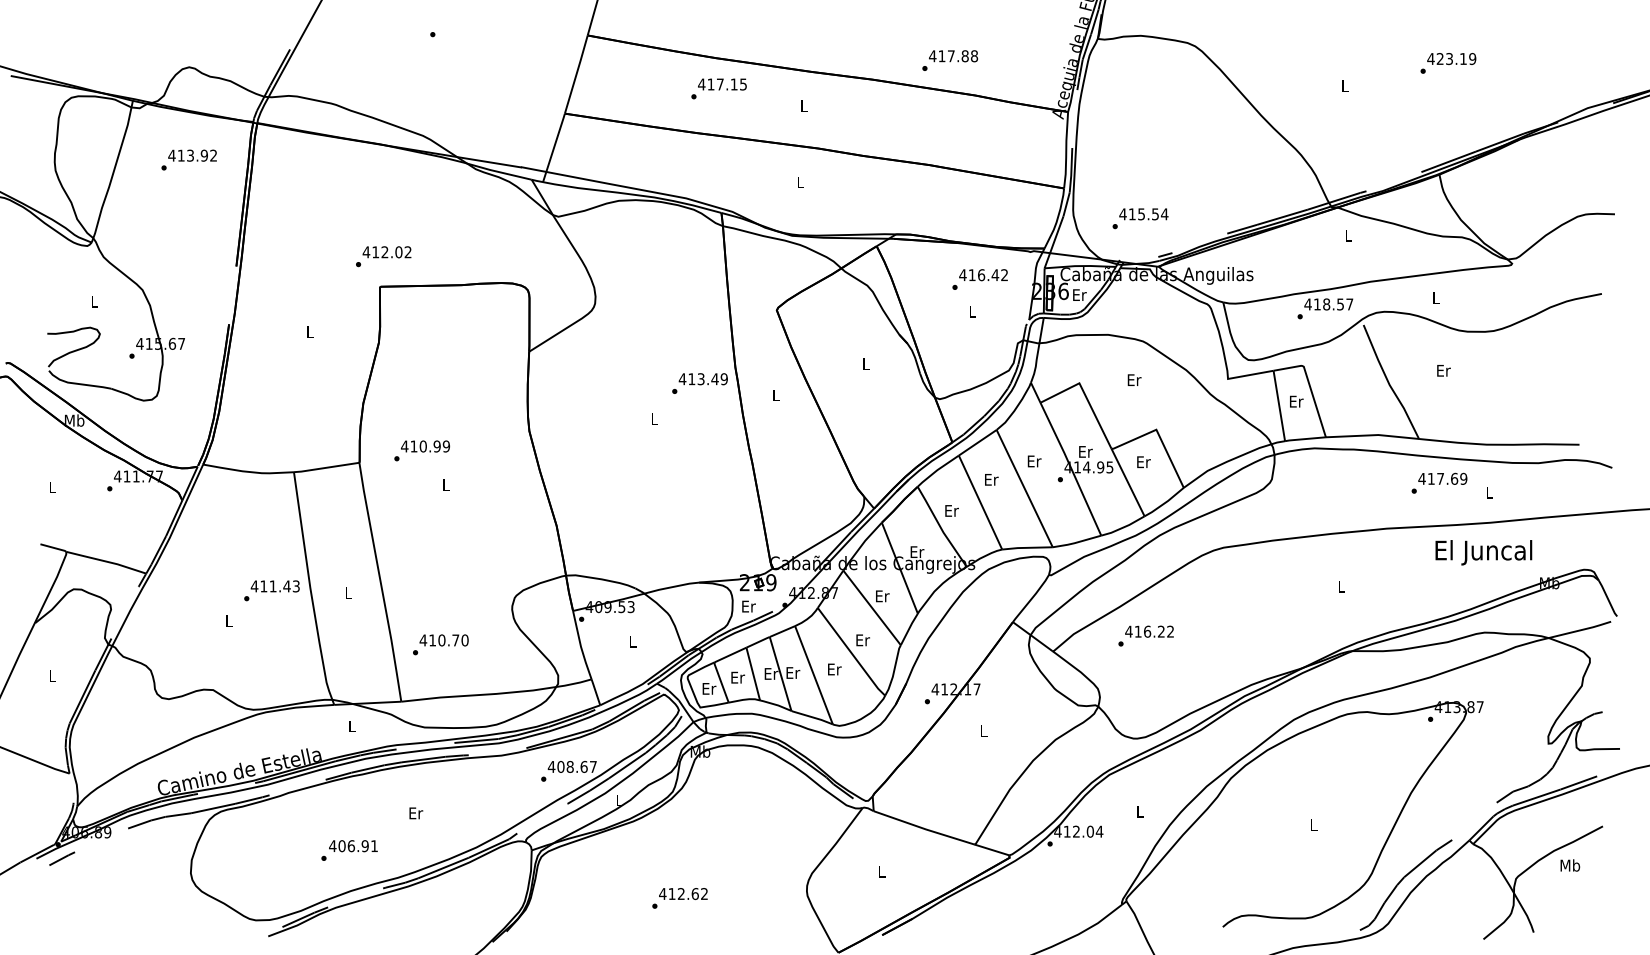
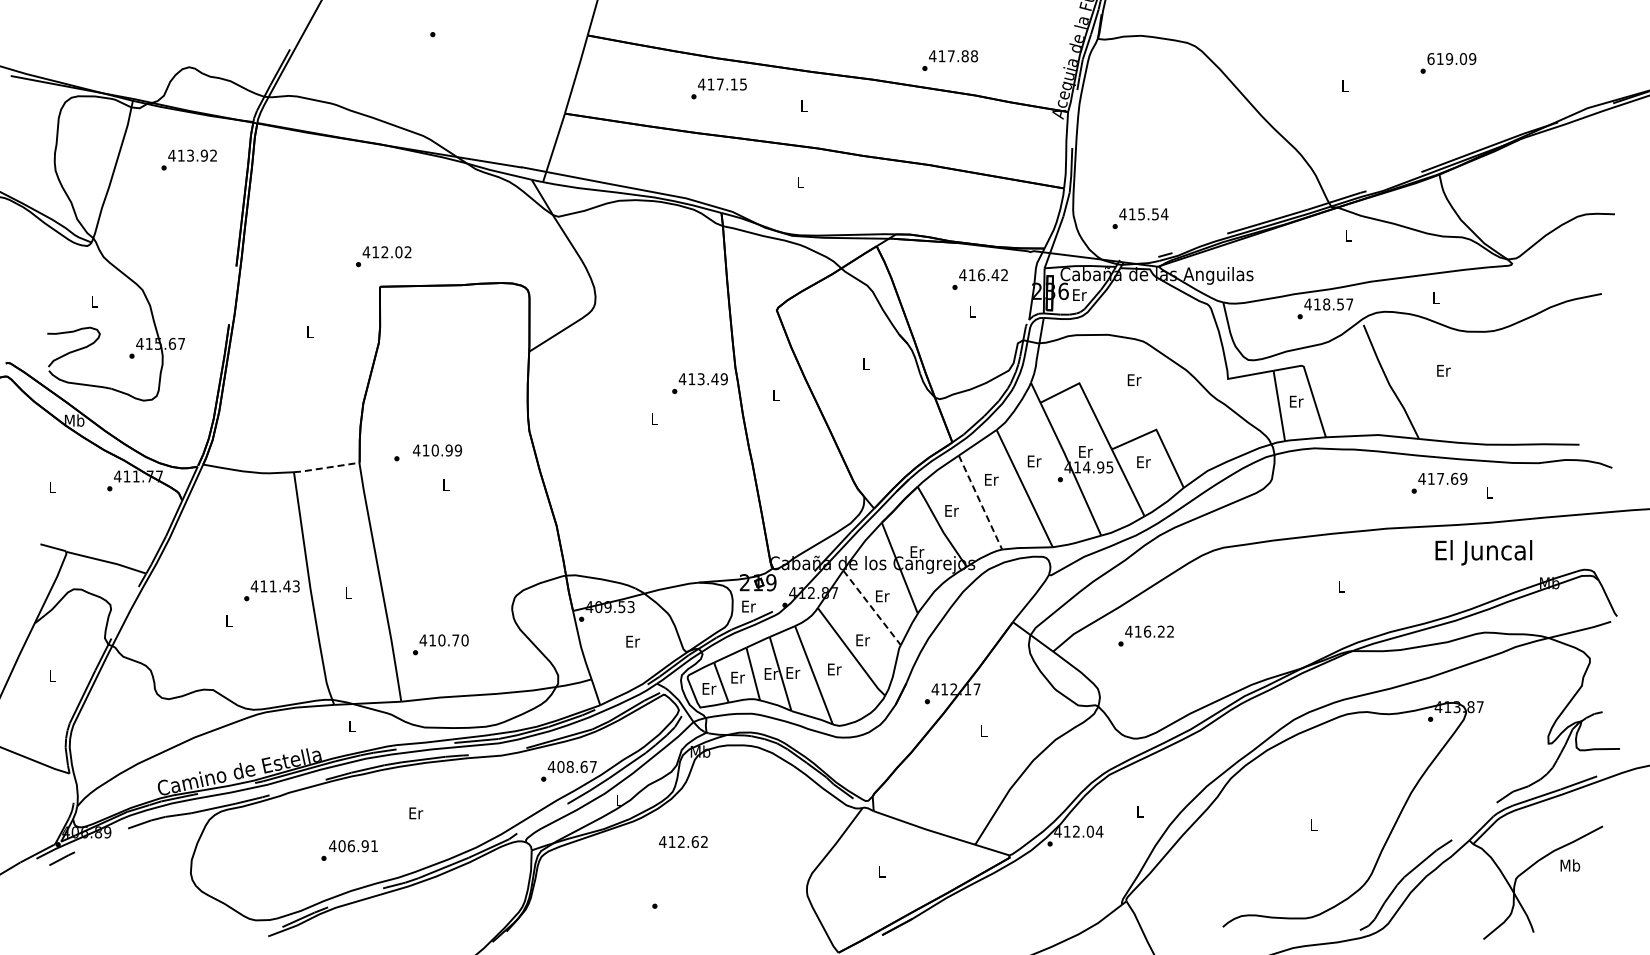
text at (1447, 59): 423.19 -> 619.09
text at (425, 446) position: (425, 446) -> (437, 450)
line at (325, 467): solid -> dashed
line at (980, 502): solid -> dashed
line at (872, 608): solid -> dashed
text at (633, 641): L -> Er
text at (683, 893) position: (683, 893) -> (683, 841)
